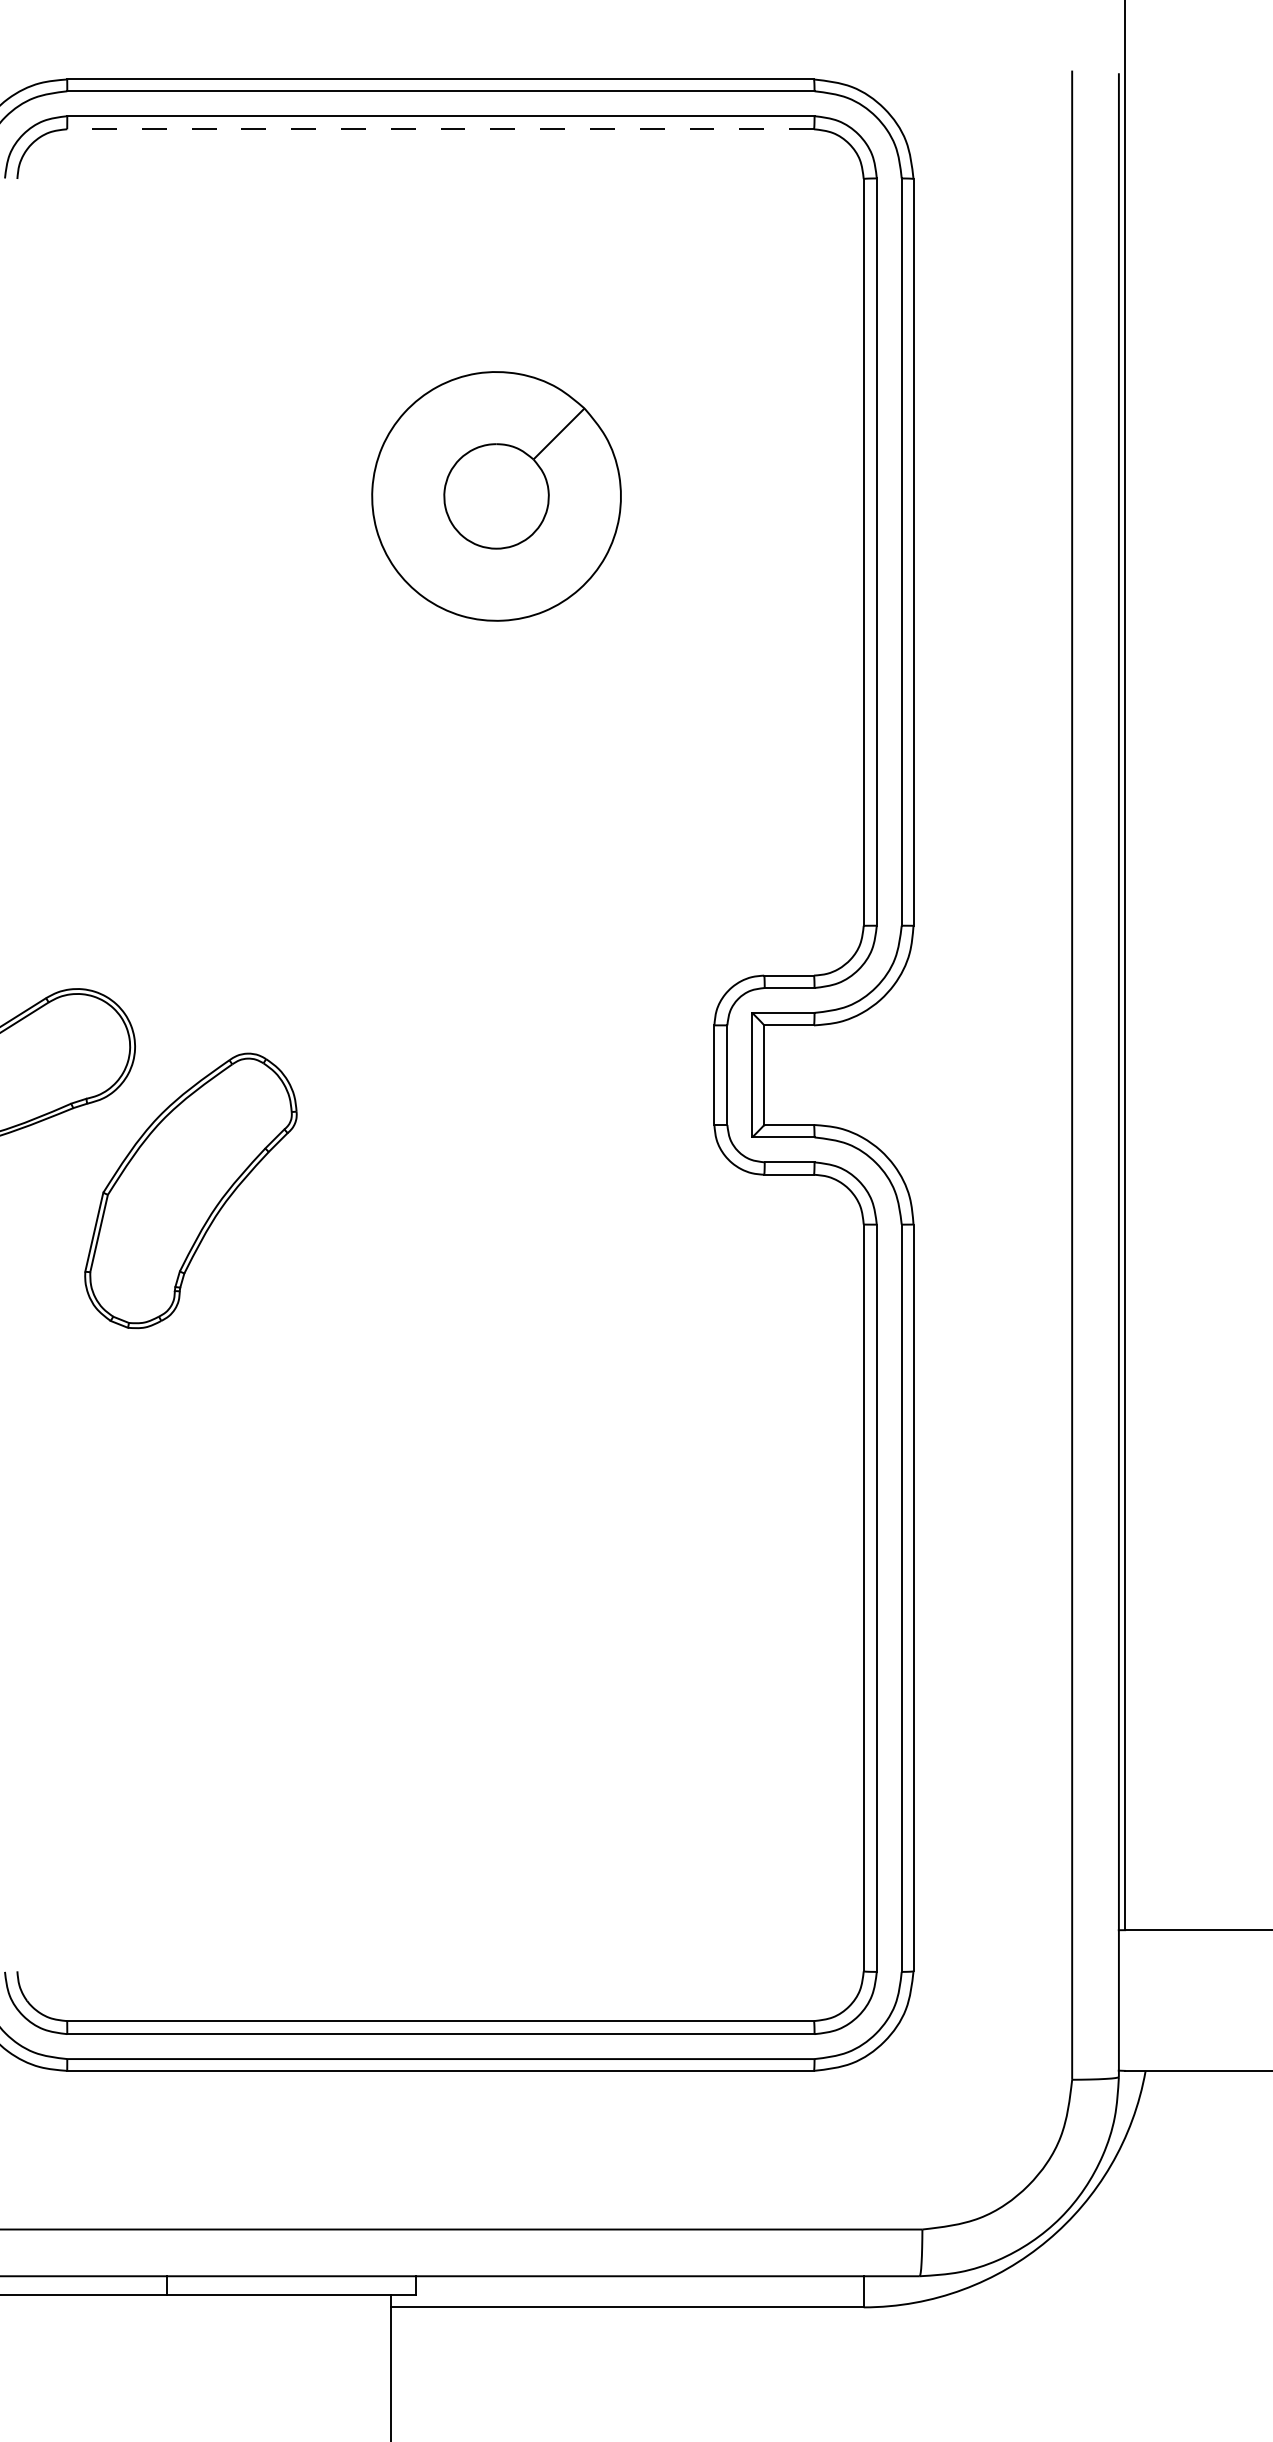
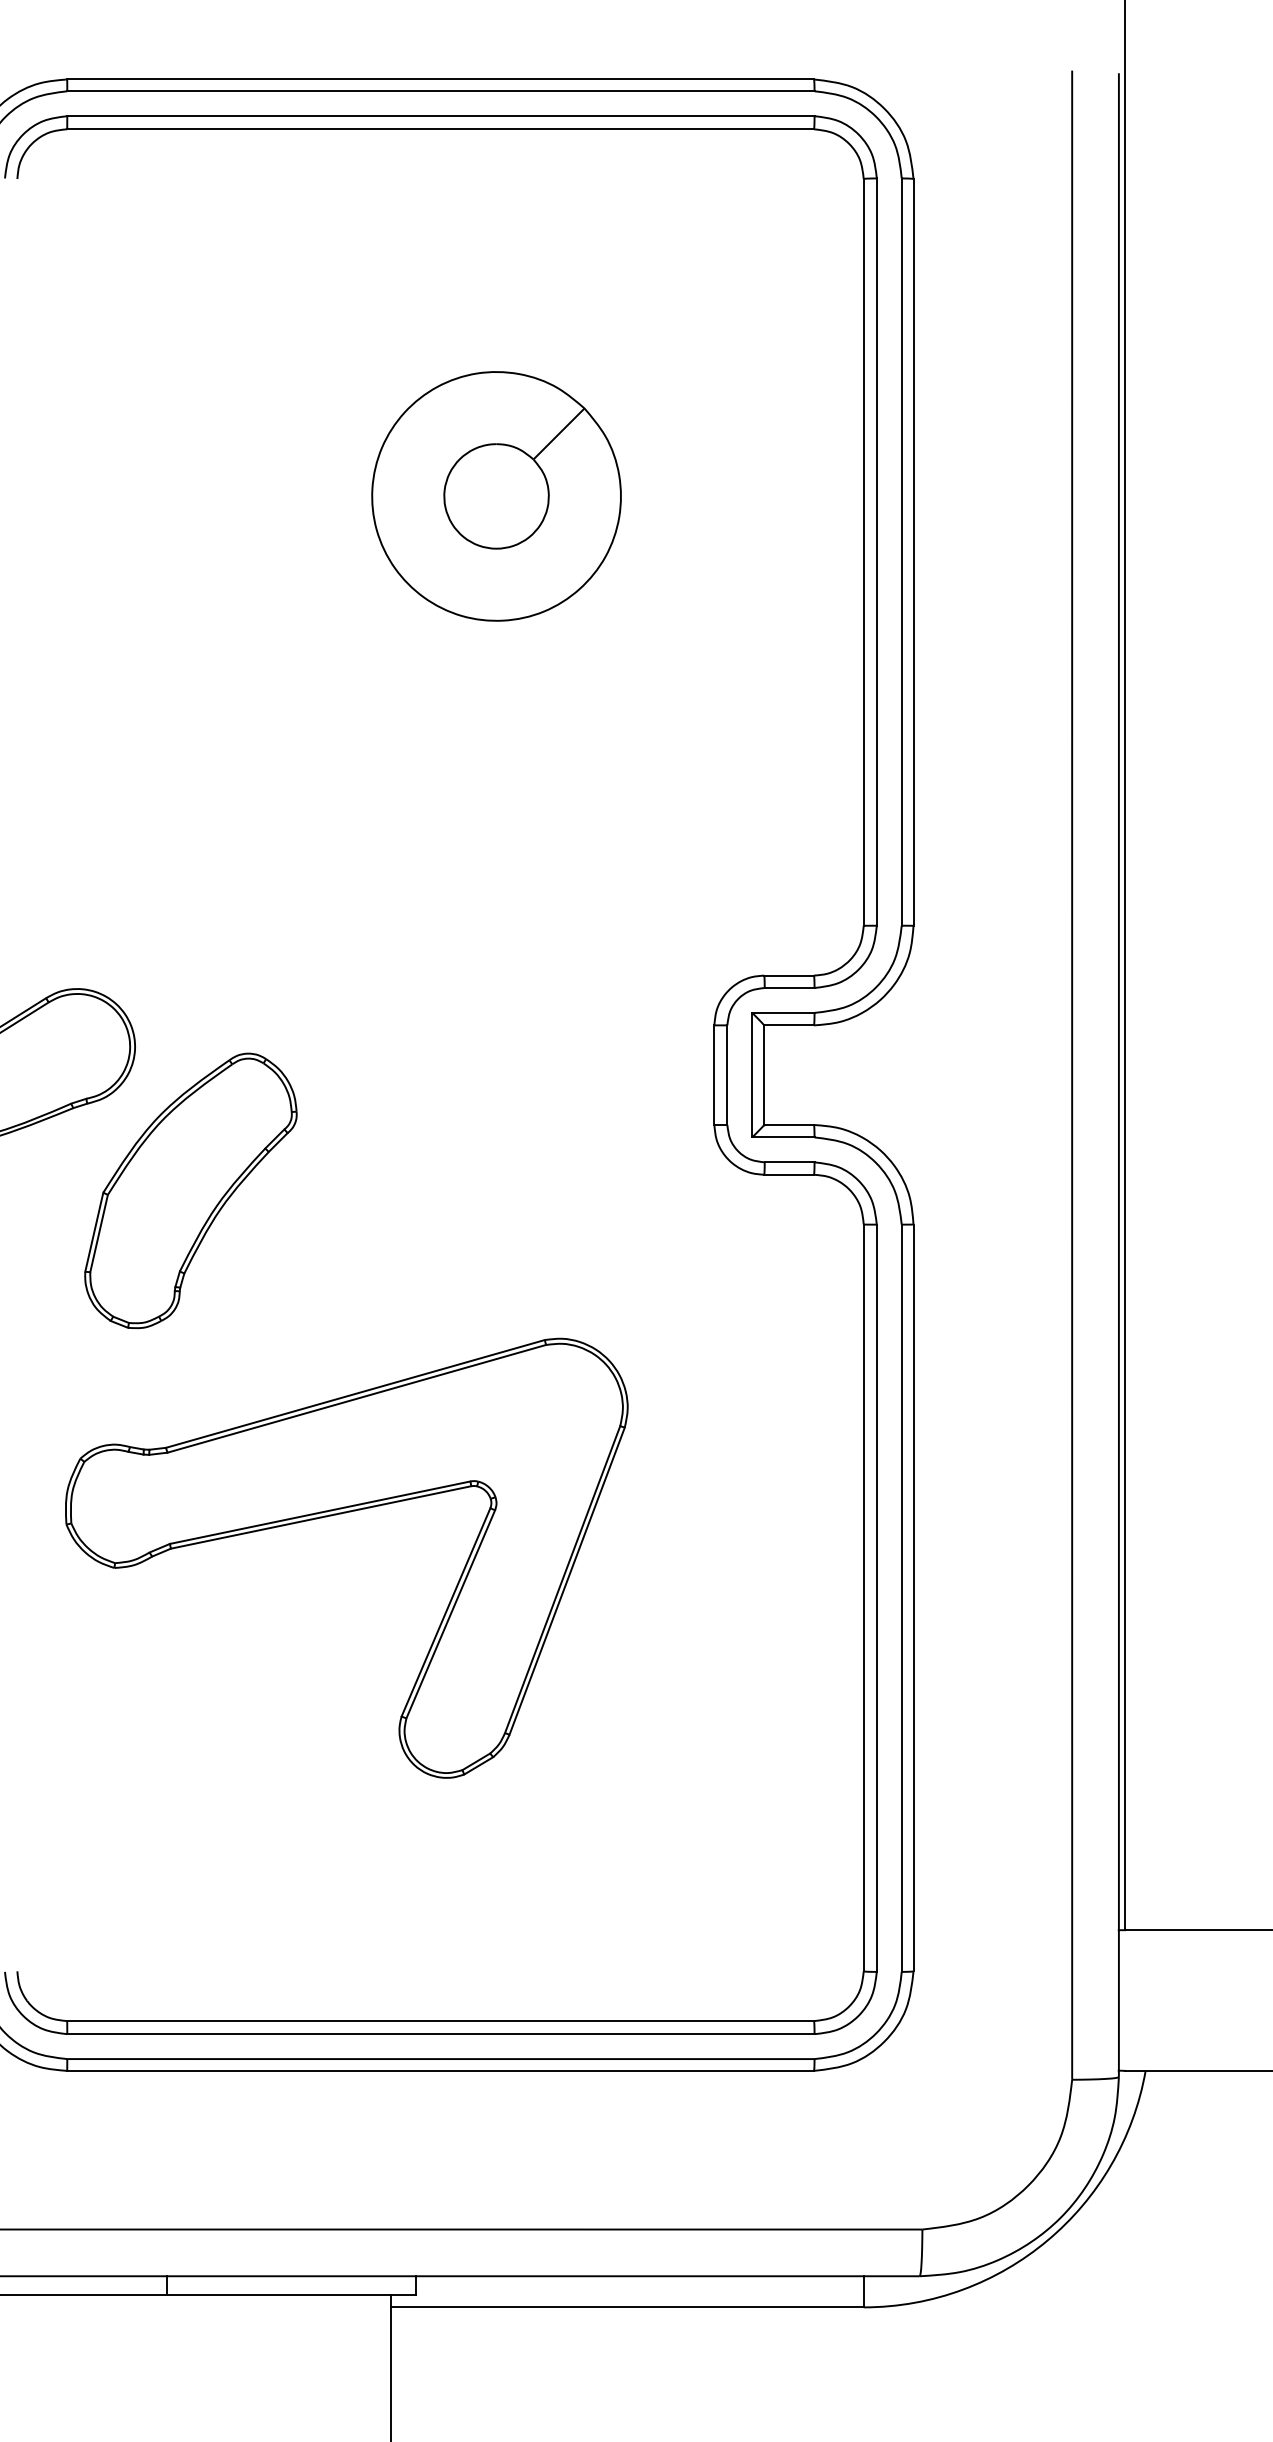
line at (440, 129): dashed -> solid
part at (336, 1515): none -> present
